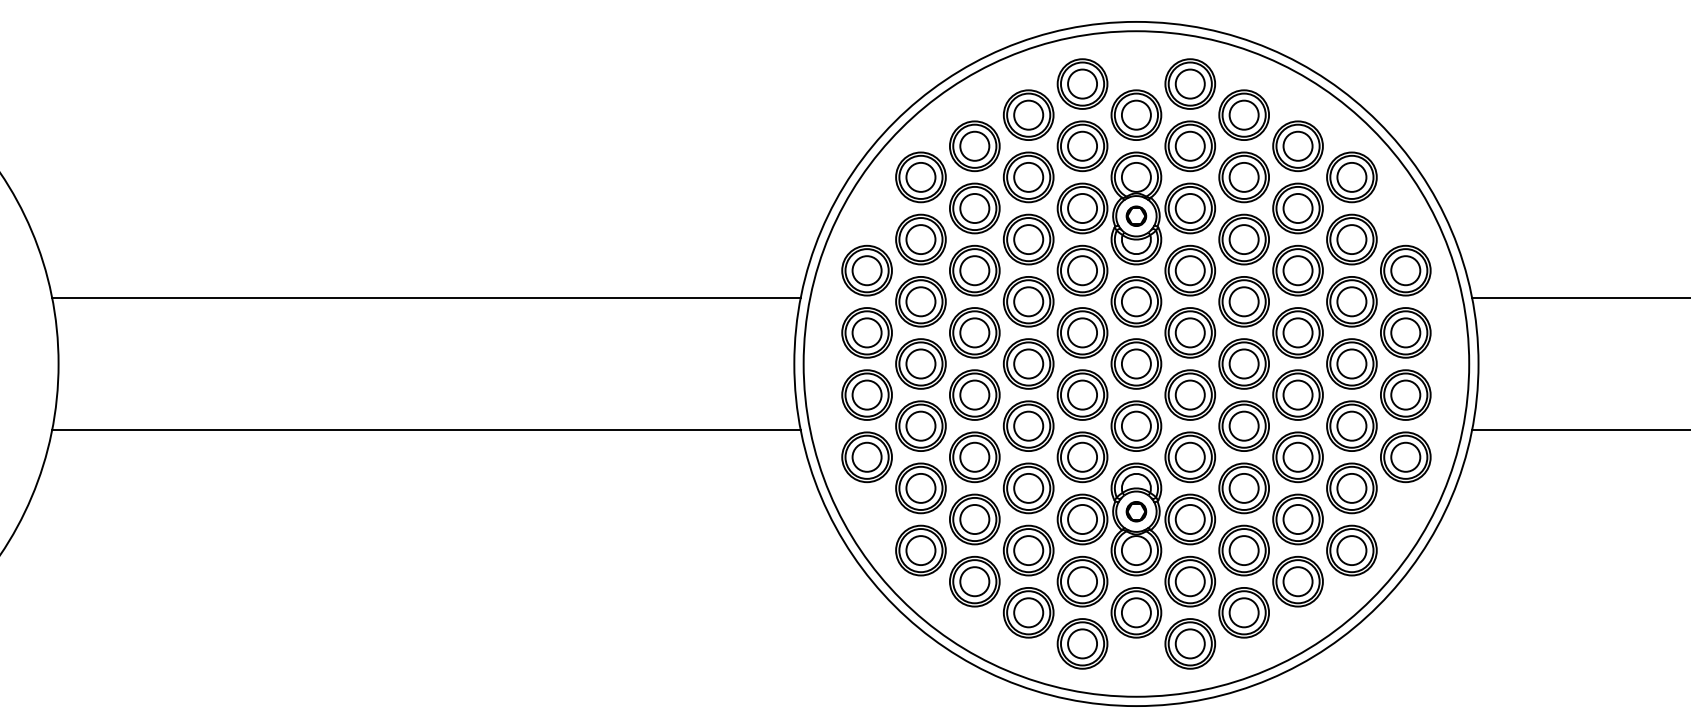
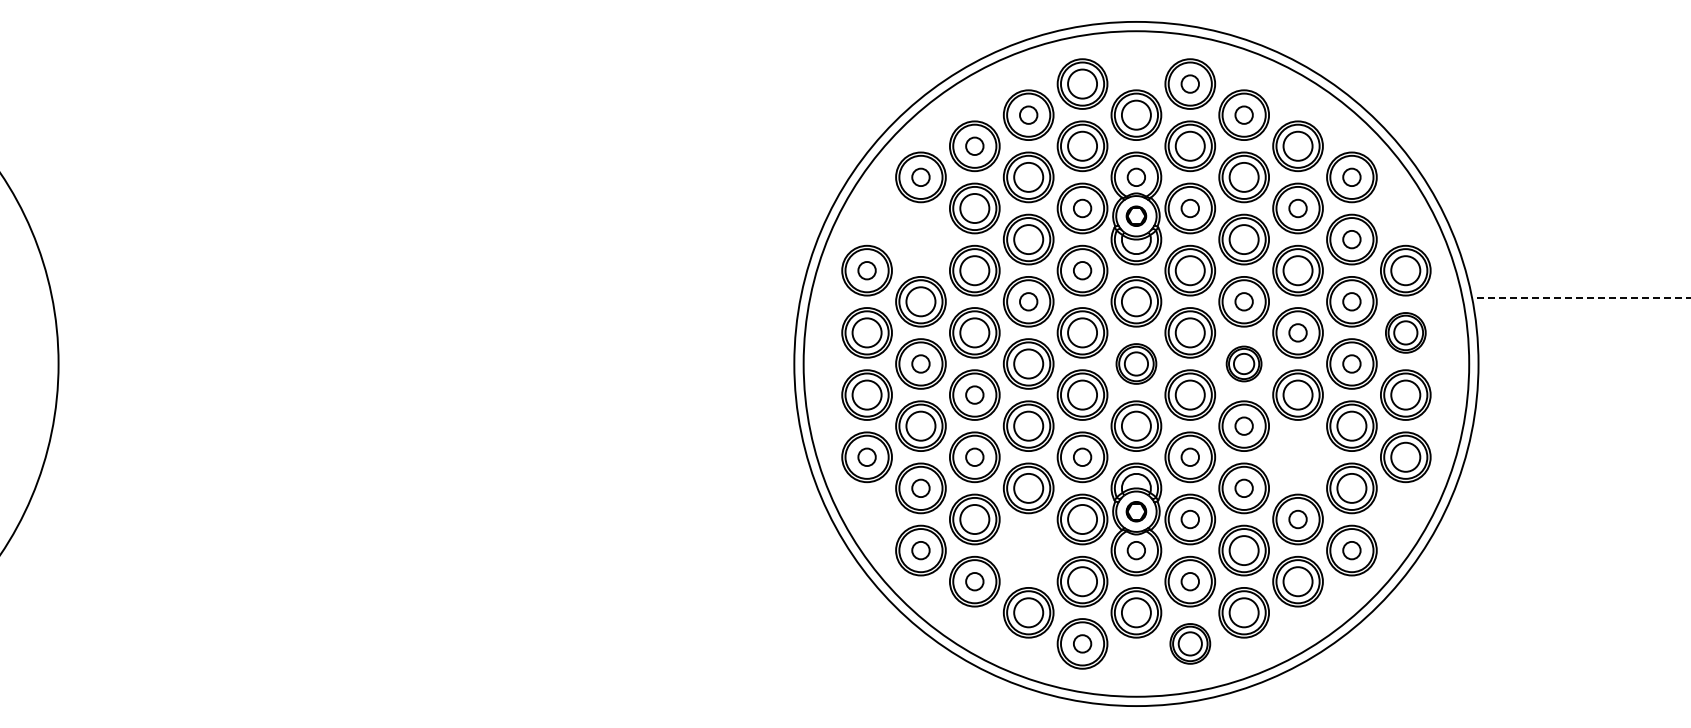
circle at (1189, 83) diameter: 29 px -> 17 px
circle at (1028, 114) diameter: 29 px -> 17 px
circle at (1243, 114) diameter: 29 px -> 17 px
circle at (974, 145) diameter: 29 px -> 17 px
circle at (920, 176) diameter: 29 px -> 17 px
circle at (1135, 176) diameter: 29 px -> 17 px
circle at (1351, 176) diameter: 29 px -> 17 px
circle at (1082, 208) diameter: 29 px -> 17 px
circle at (1189, 208) diameter: 29 px -> 17 px
circle at (1297, 208) diameter: 29 px -> 17 px
part at (920, 239): present -> none
circle at (1351, 239) diameter: 29 px -> 17 px
circle at (866, 270) diameter: 29 px -> 17 px
circle at (1082, 270) diameter: 29 px -> 17 px
line at (426, 298): present -> none
line at (1581, 298): solid -> dashed
circle at (1028, 301) diameter: 29 px -> 17 px
circle at (1243, 301) diameter: 29 px -> 17 px
circle at (1351, 301) diameter: 29 px -> 17 px
circle at (1297, 332) diameter: 29 px -> 17 px
part at (1405, 332) size: 52x52 px -> 42x42 px
circle at (920, 363) diameter: 29 px -> 17 px
part at (1136, 363) size: 53x52 px -> 43x42 px
part at (1243, 363) size: 52x52 px -> 38x38 px
circle at (1351, 363) diameter: 29 px -> 17 px
circle at (974, 394) diameter: 29 px -> 17 px
circle at (1243, 425) diameter: 29 px -> 17 px
line at (426, 429): present -> none
line at (1579, 429): present -> none
circle at (866, 456) diameter: 29 px -> 17 px
circle at (974, 456) diameter: 29 px -> 17 px
circle at (1082, 456) diameter: 29 px -> 17 px
circle at (1189, 456) diameter: 29 px -> 17 px
part at (1297, 457): present -> none
circle at (920, 487) diameter: 29 px -> 17 px
circle at (1243, 487) diameter: 29 px -> 17 px
circle at (1189, 519) diameter: 29 px -> 17 px
circle at (1297, 519) diameter: 29 px -> 17 px
circle at (920, 550) diameter: 29 px -> 17 px
part at (1028, 550): present -> none
circle at (1135, 550) diameter: 29 px -> 17 px
circle at (1351, 550) diameter: 29 px -> 17 px
circle at (974, 581) diameter: 29 px -> 17 px
circle at (1189, 581) diameter: 29 px -> 17 px
circle at (1082, 643) diameter: 29 px -> 17 px
part at (1190, 643) size: 53x52 px -> 43x42 px
